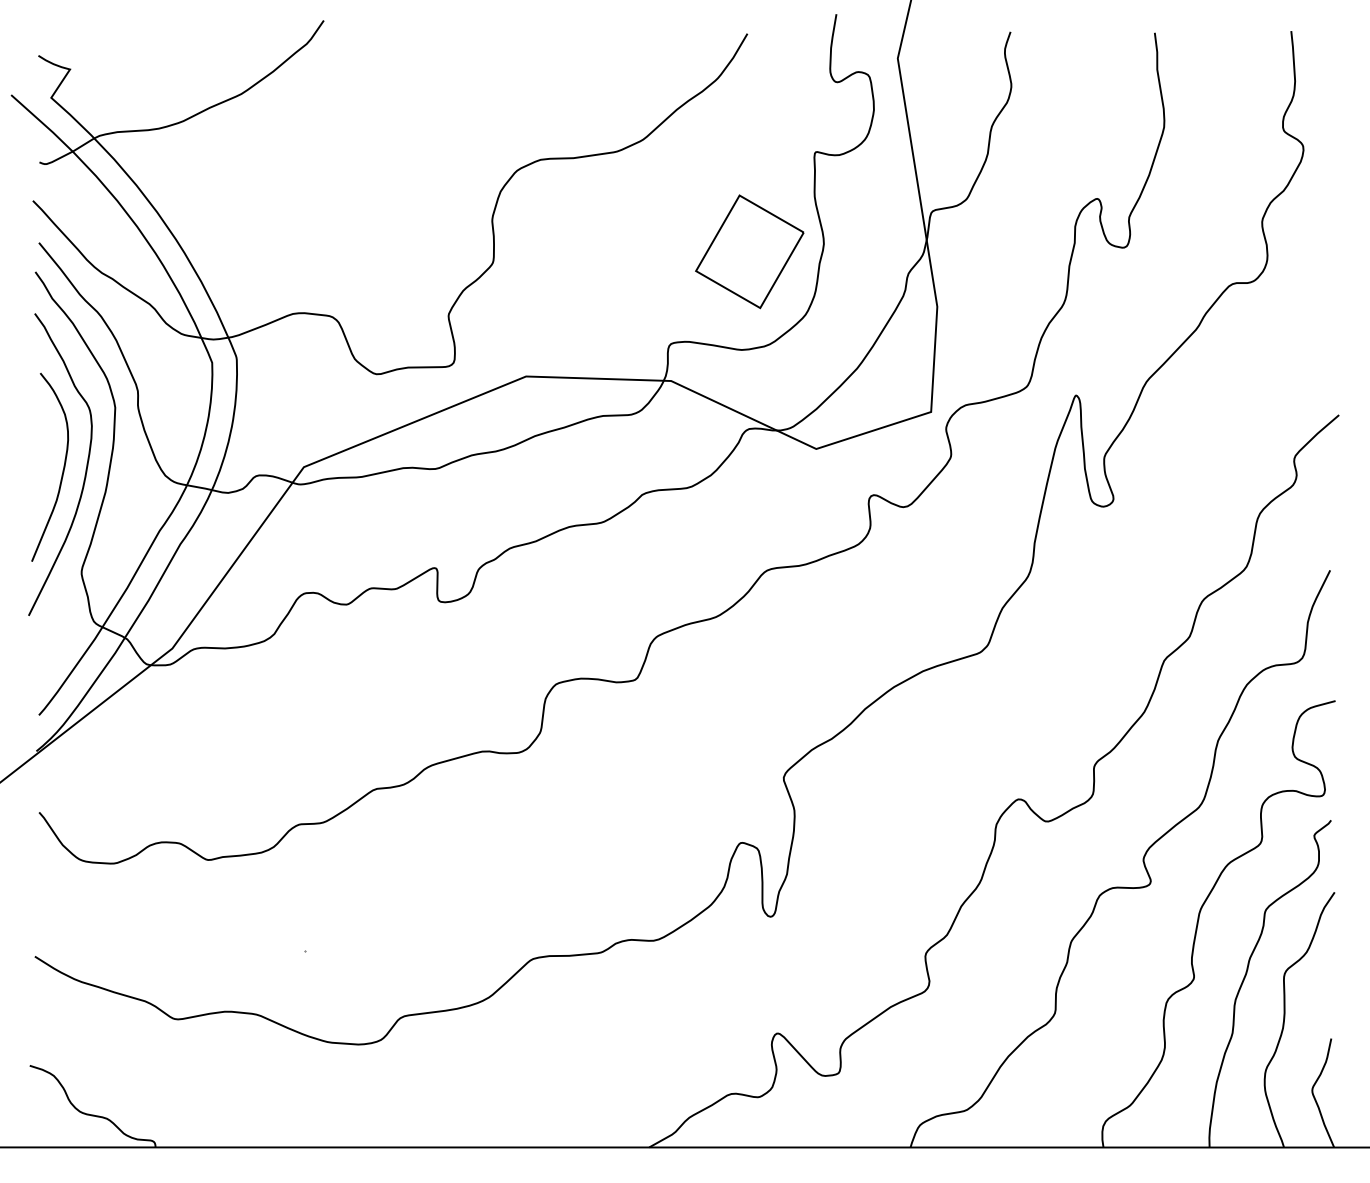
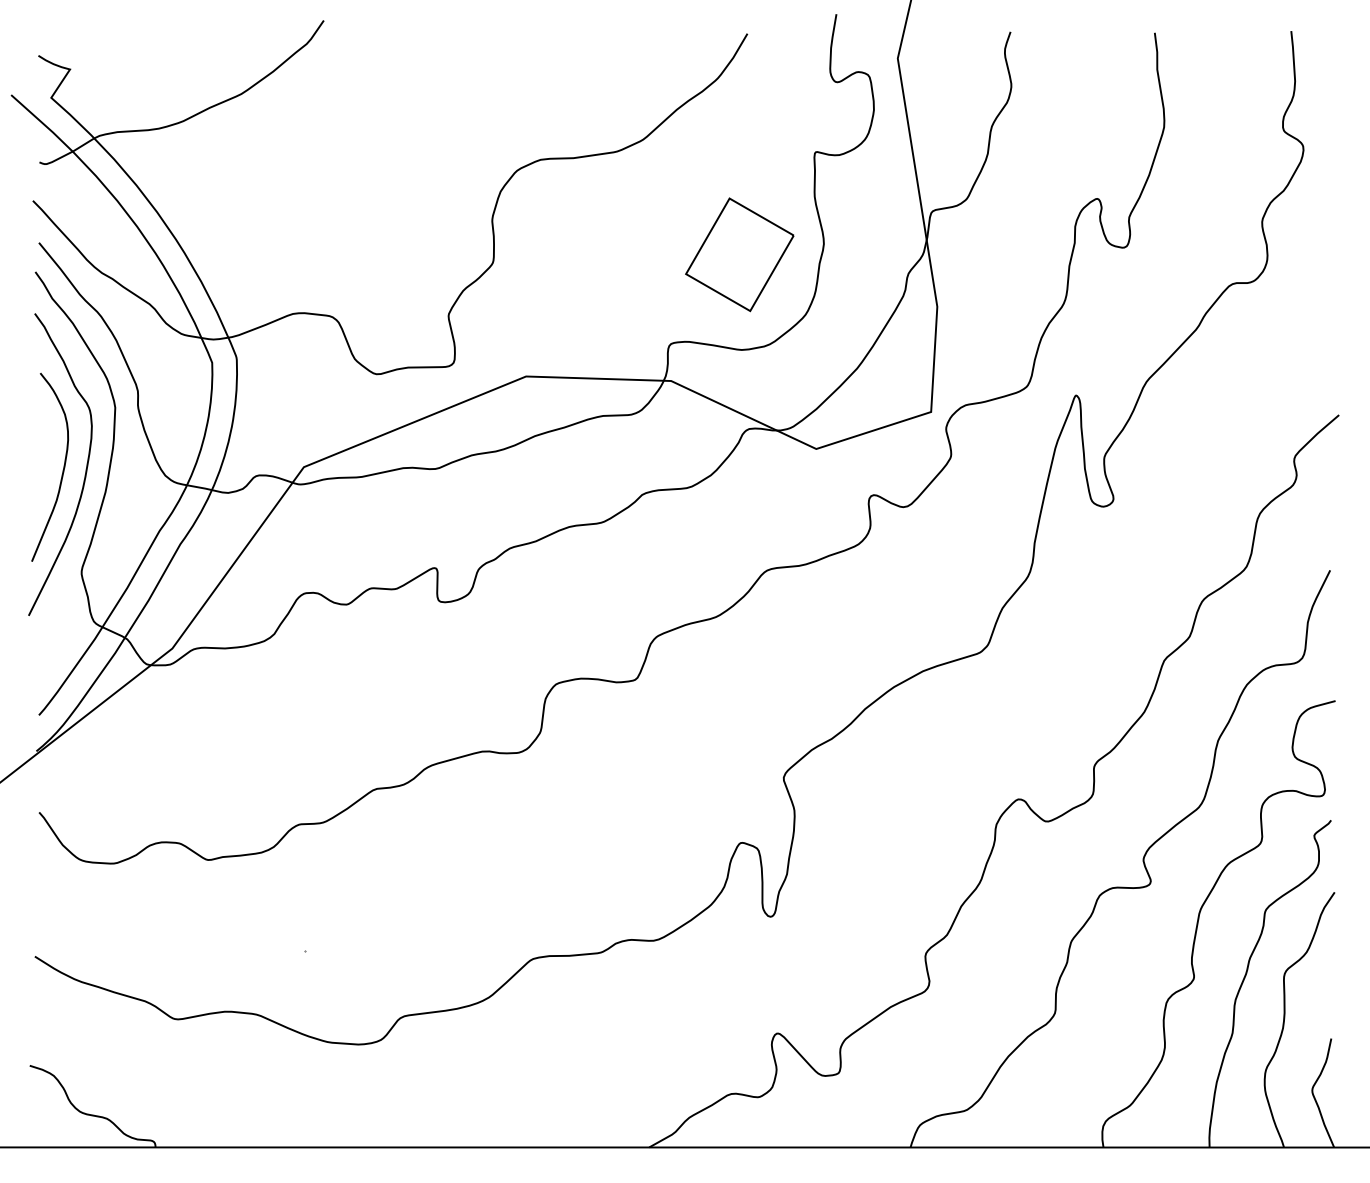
part at (749, 251) position: (749, 251) -> (739, 254)
